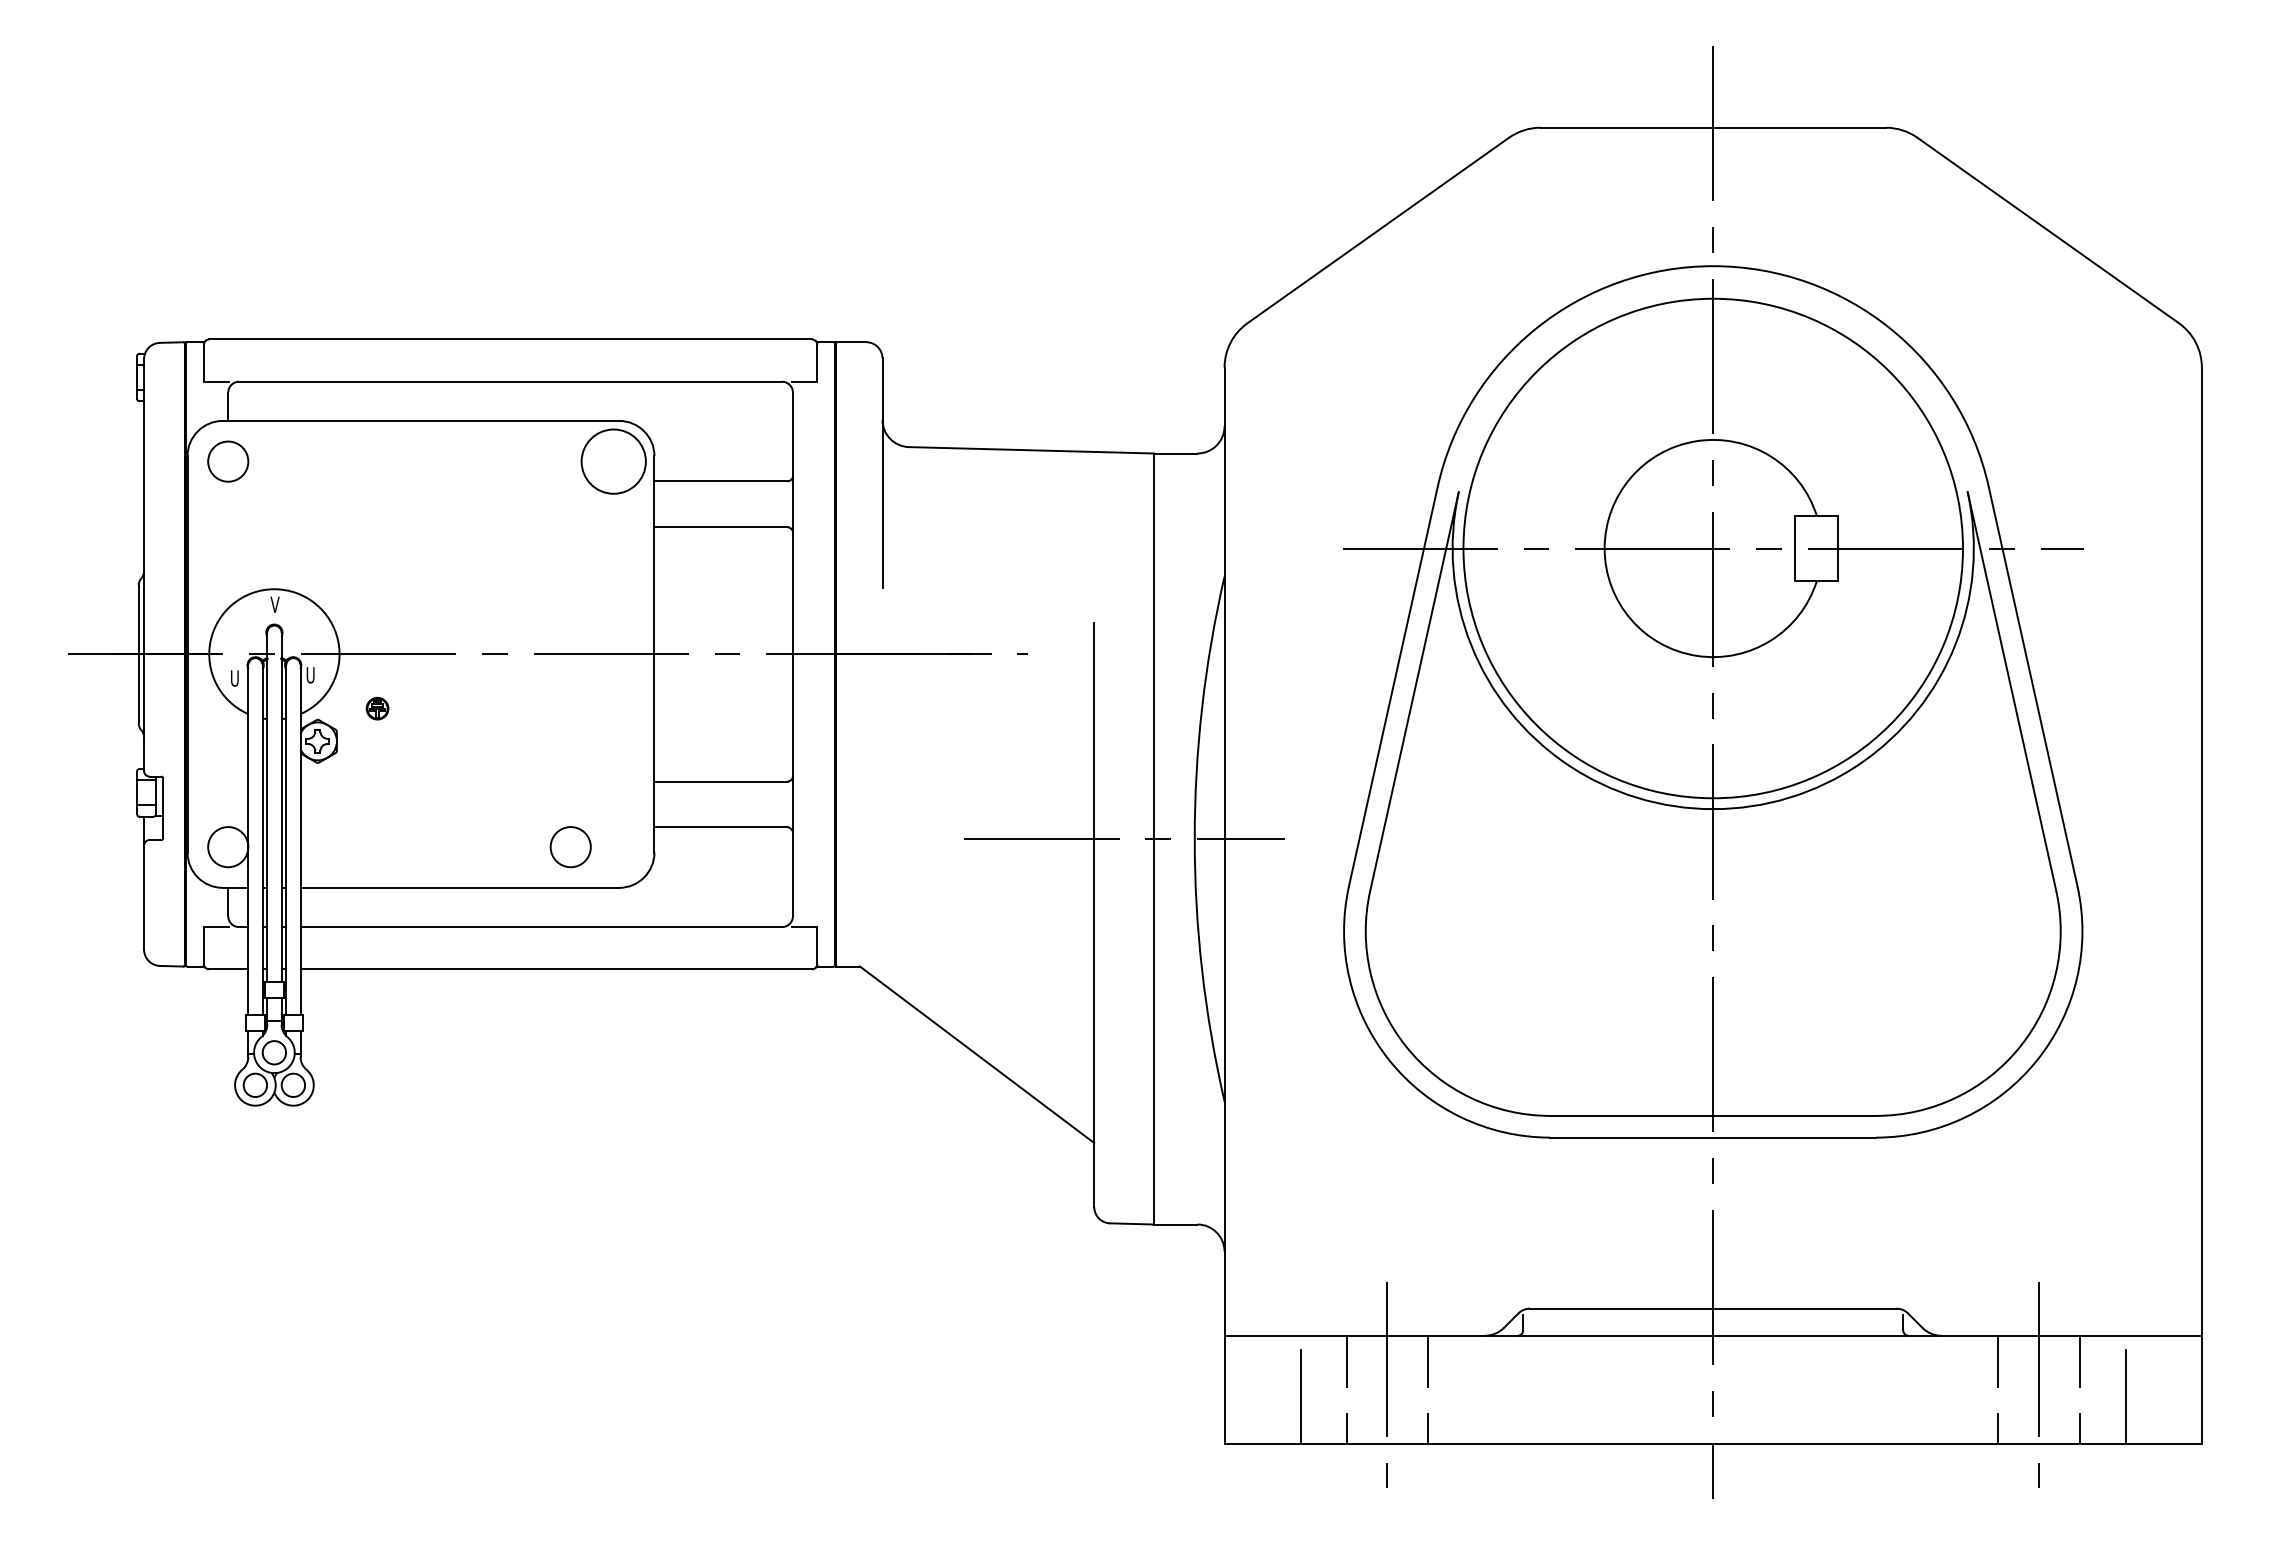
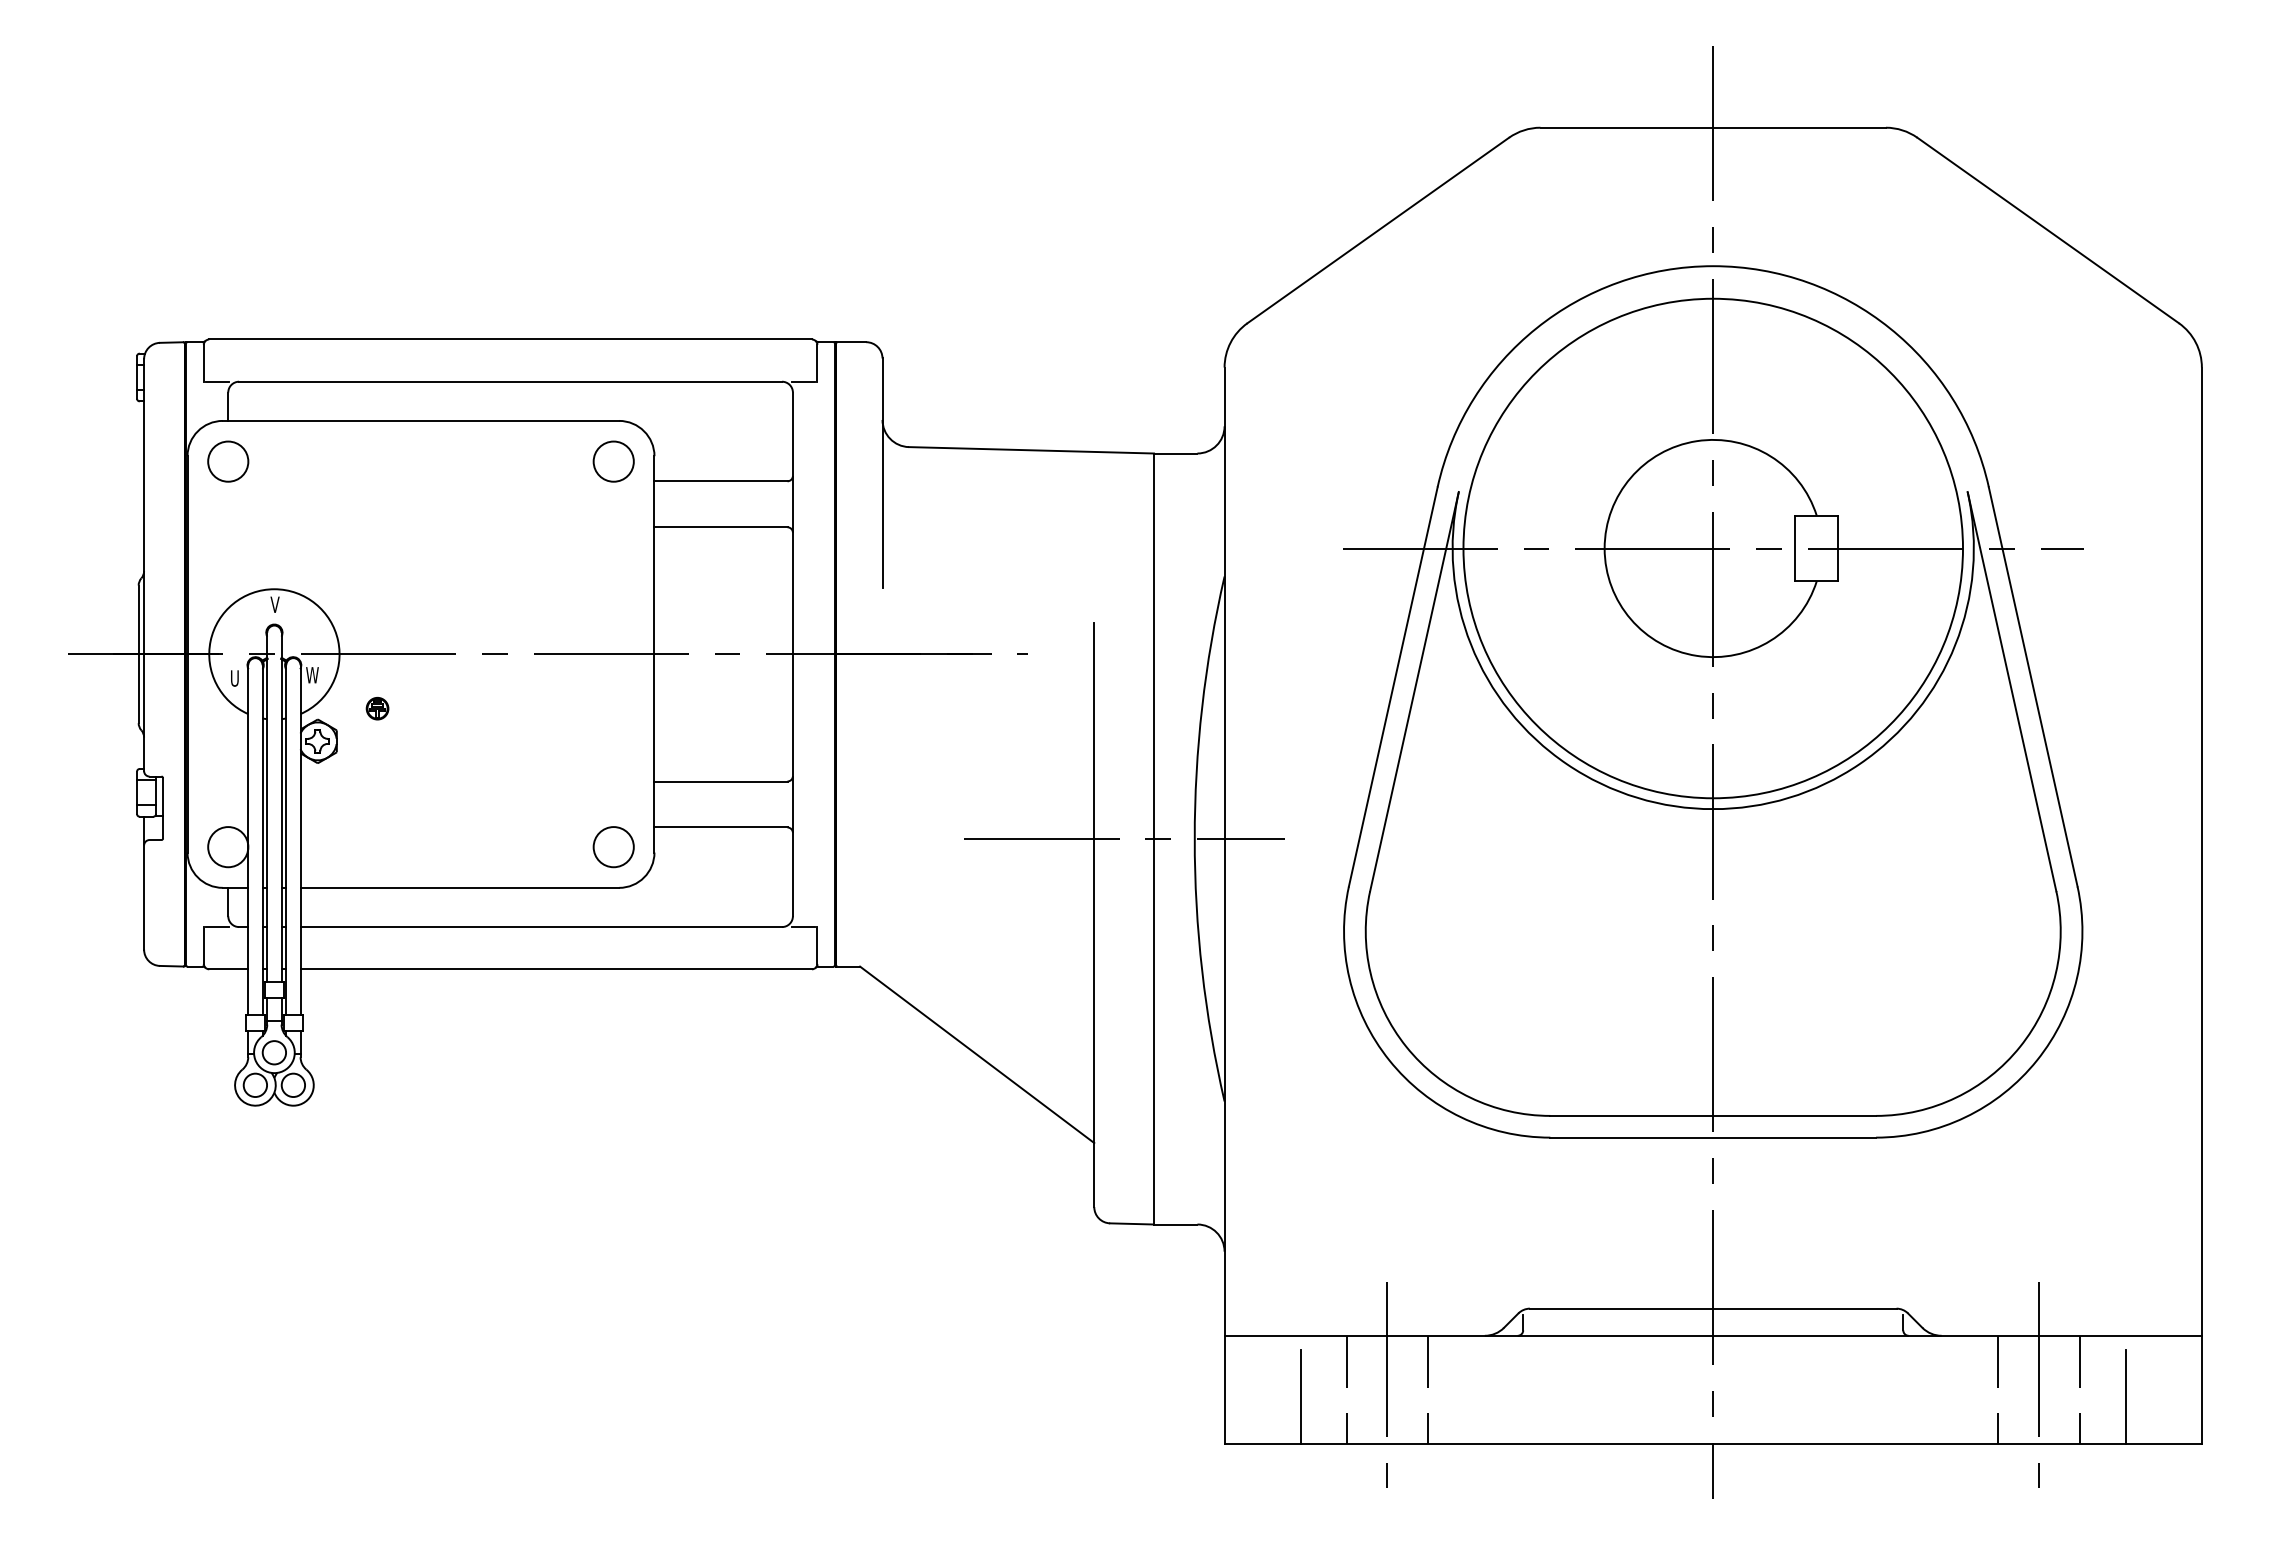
circle at (613, 461) diameter: 64 px -> 40 px
text at (312, 675): U -> W
circle at (570, 847) position: (570, 847) -> (613, 847)
